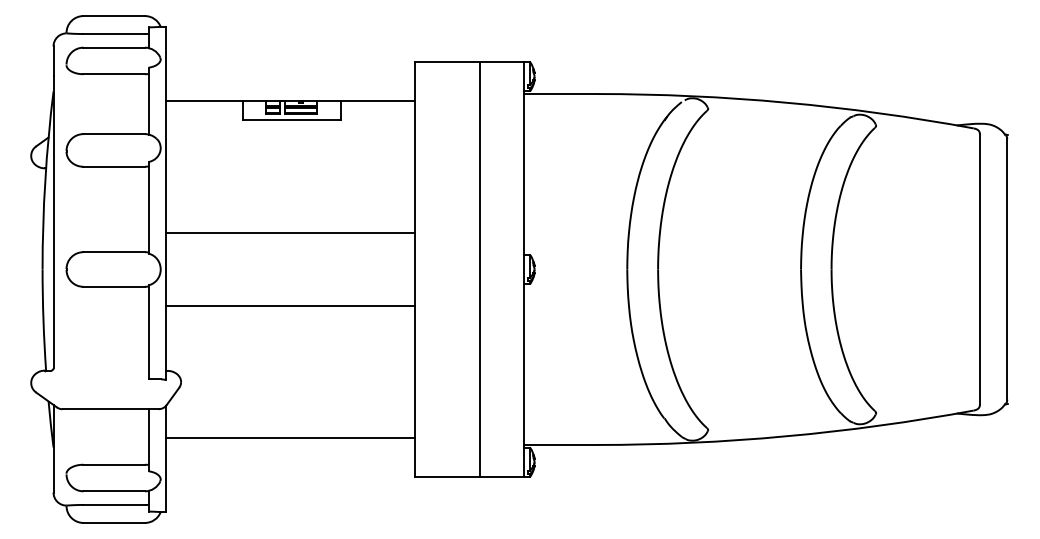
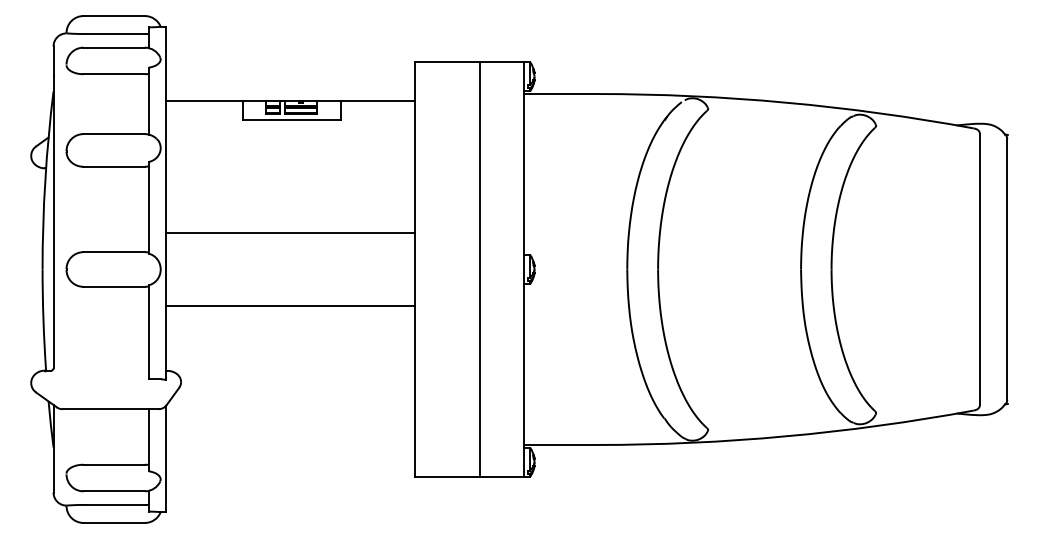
line at (290, 438): present -> none
